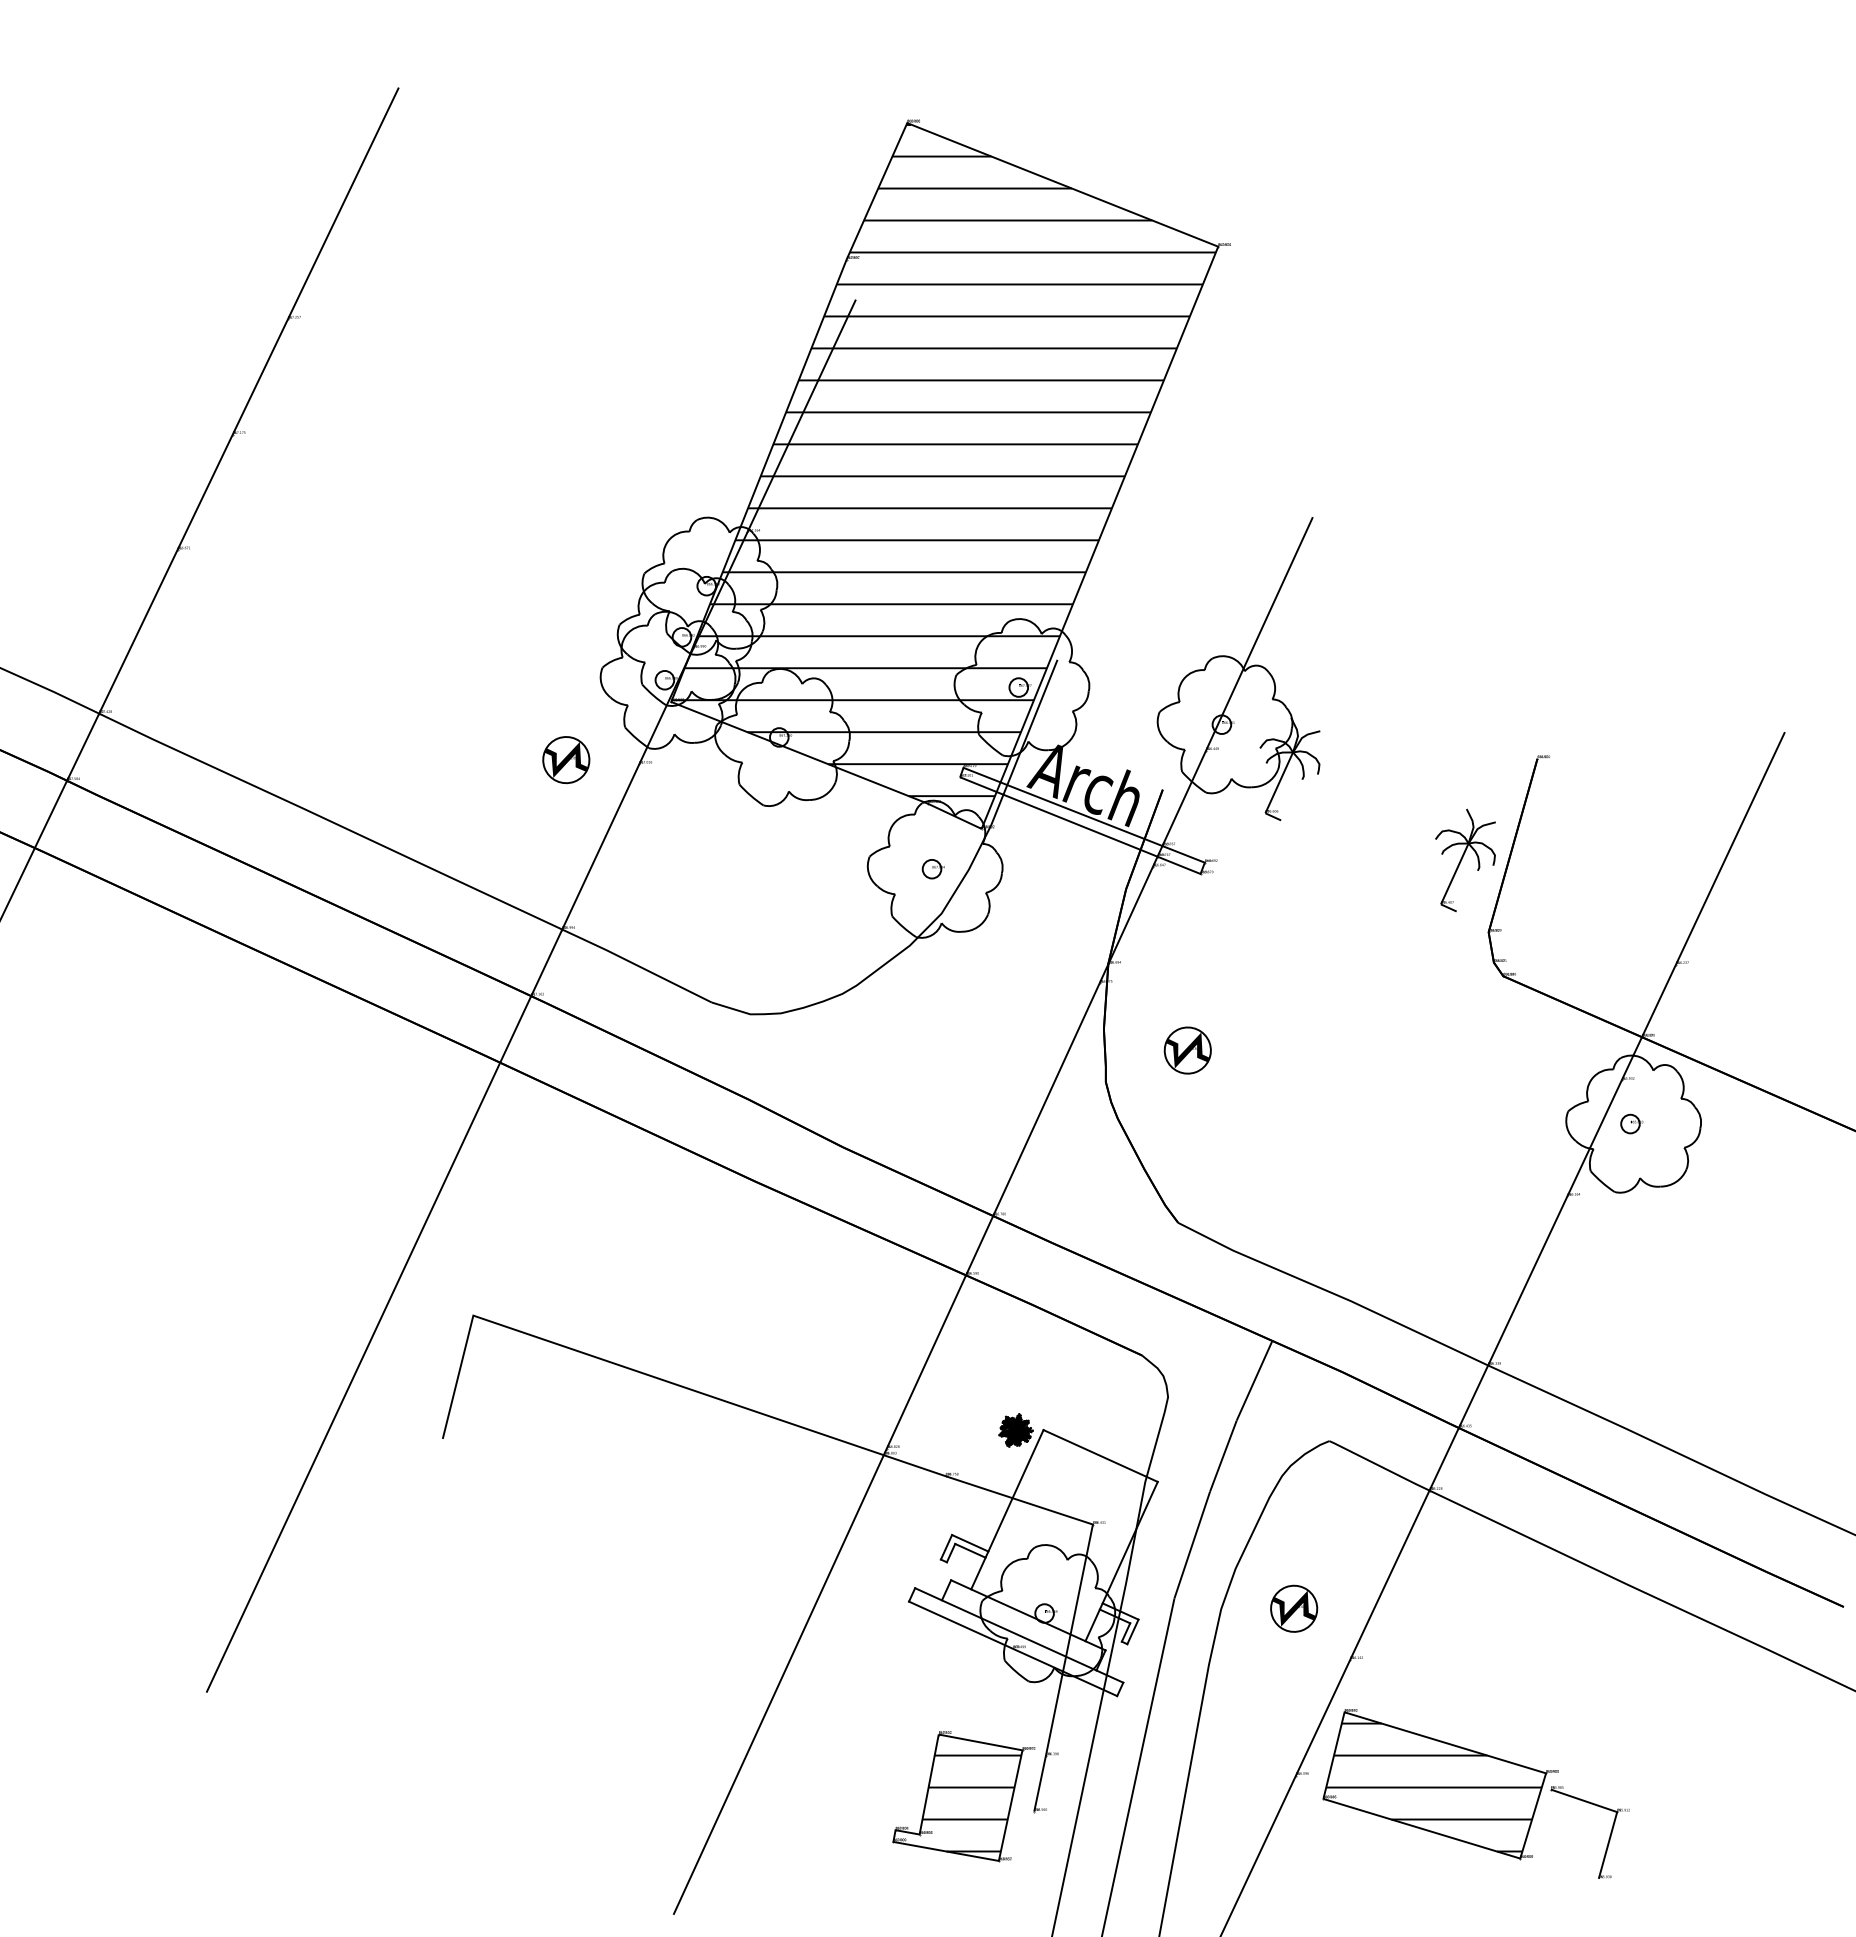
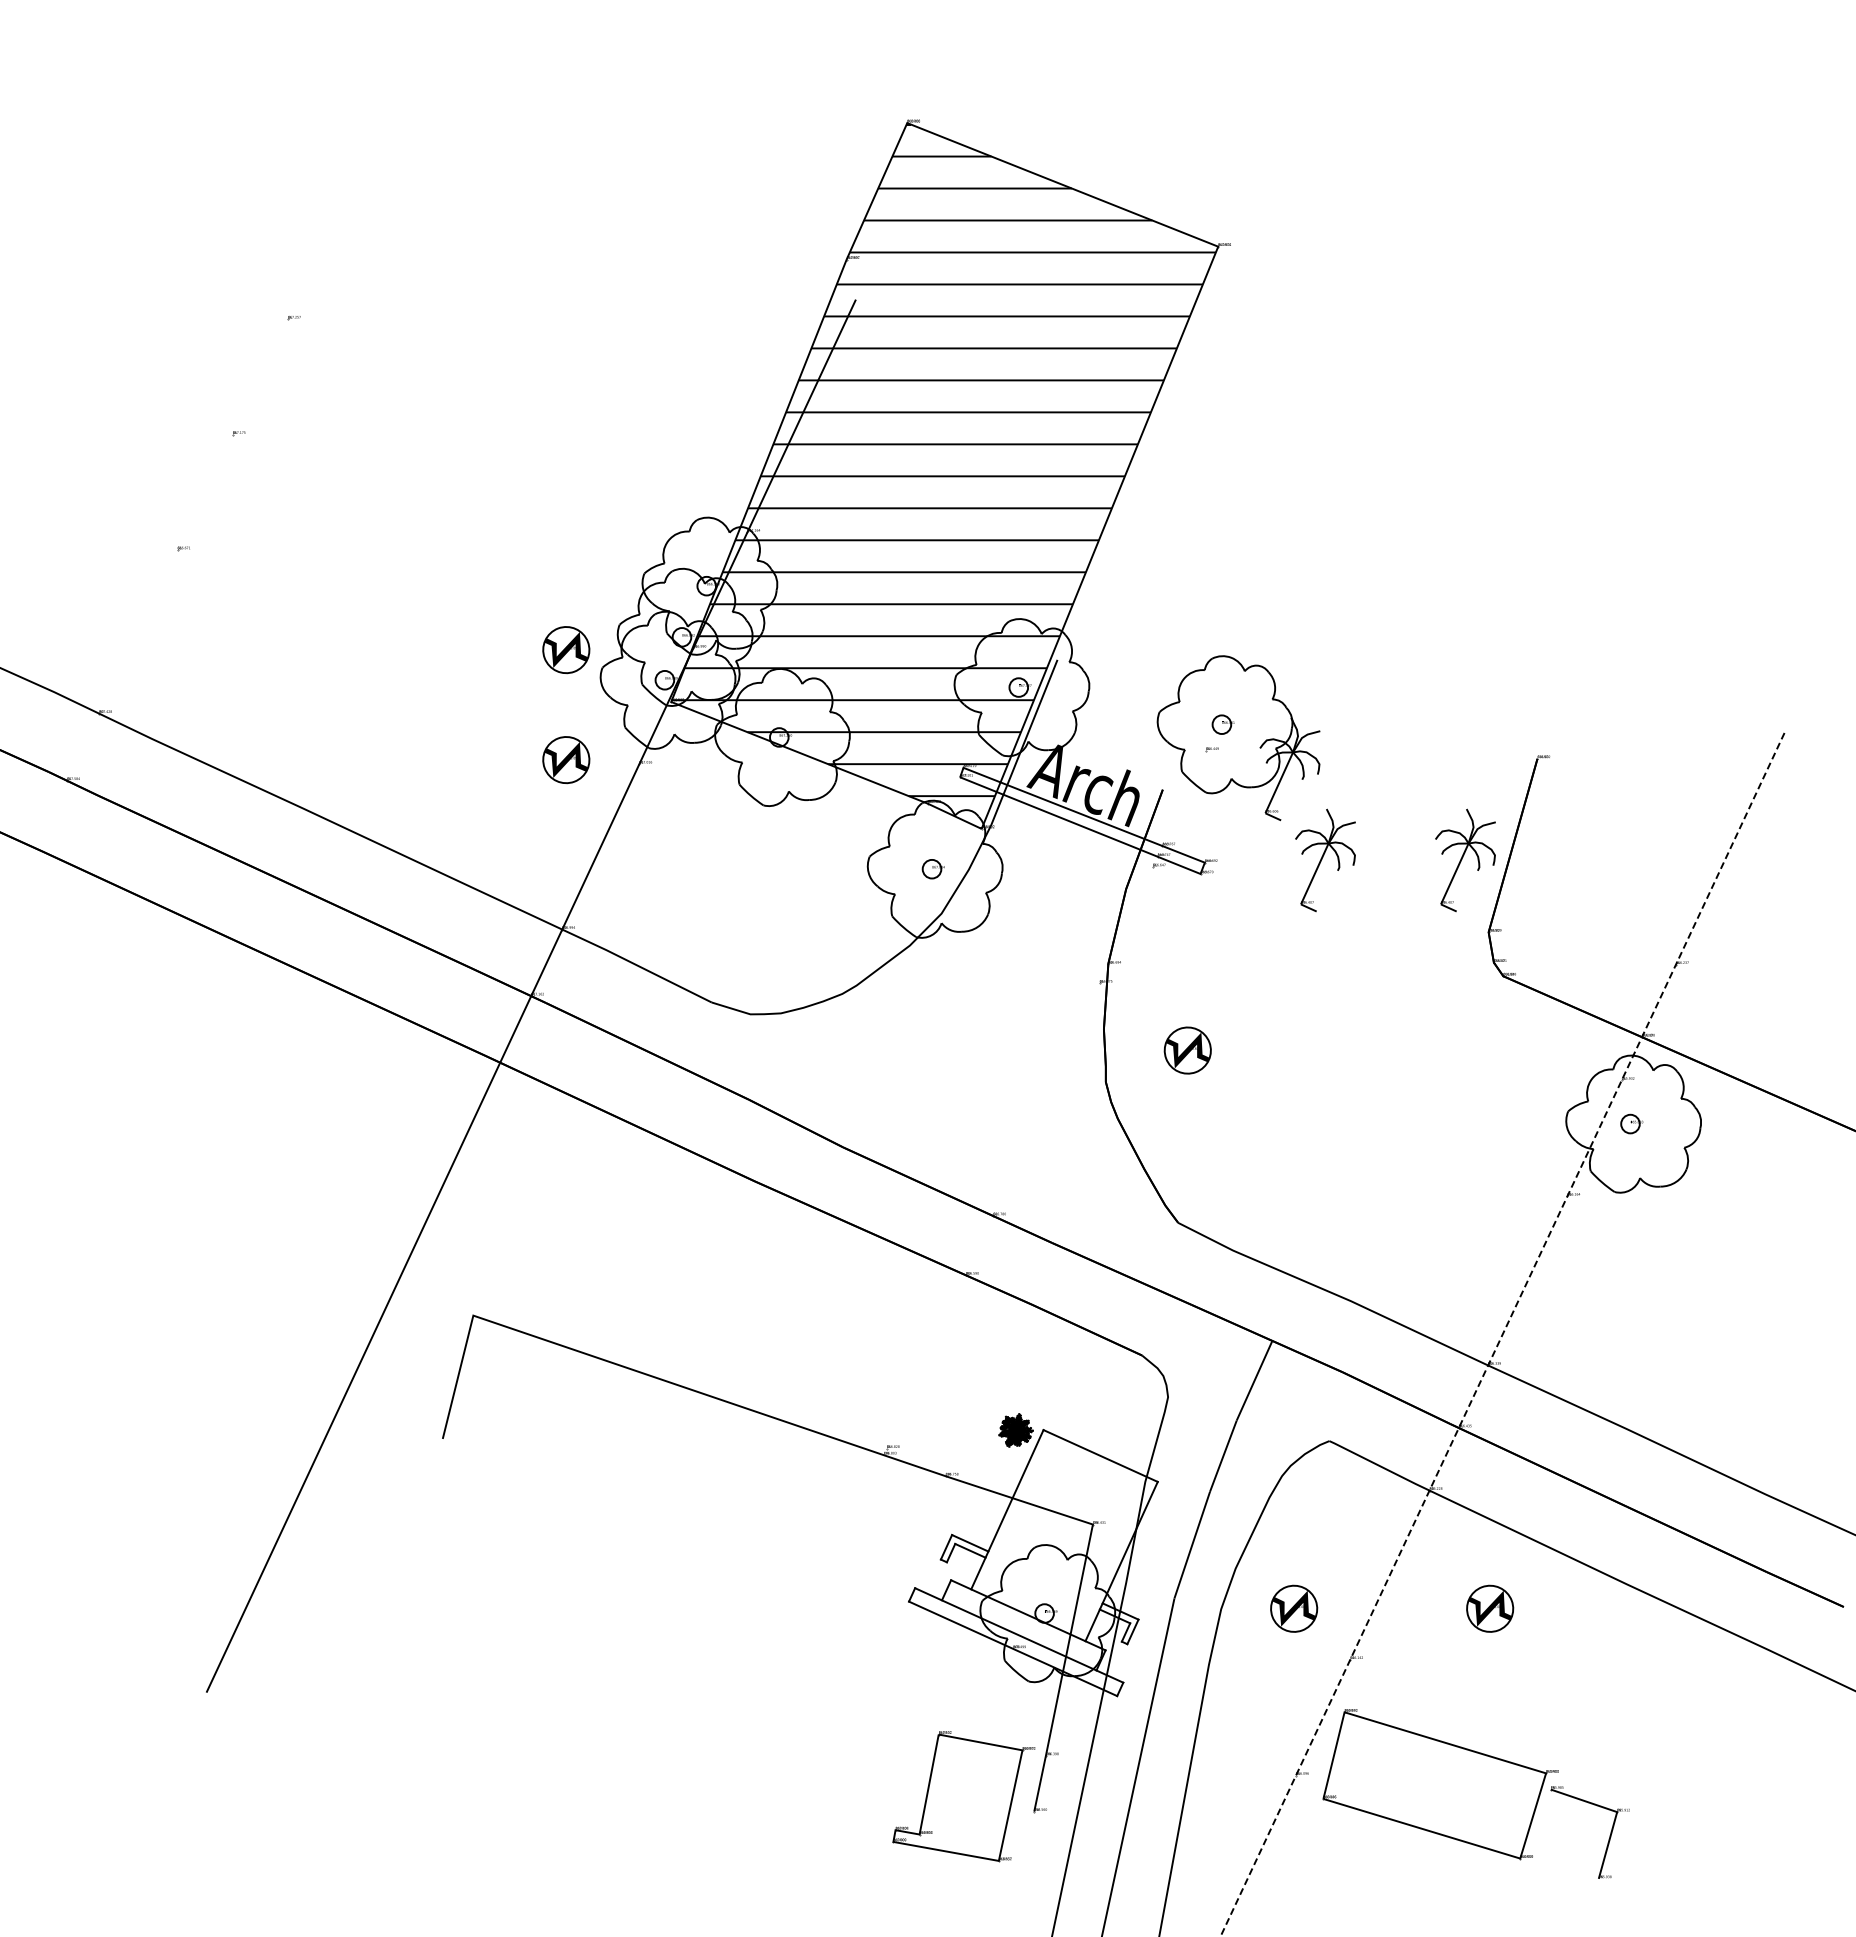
line at (200, 502): present -> none
part at (566, 650): none -> present
part at (1325, 860): none -> present
line at (992, 1215): present -> none
line at (1502, 1334): solid -> dashed
part at (1490, 1608): none -> present
hatch at (1433, 1787): present -> none
hatch at (971, 1803): present -> none
